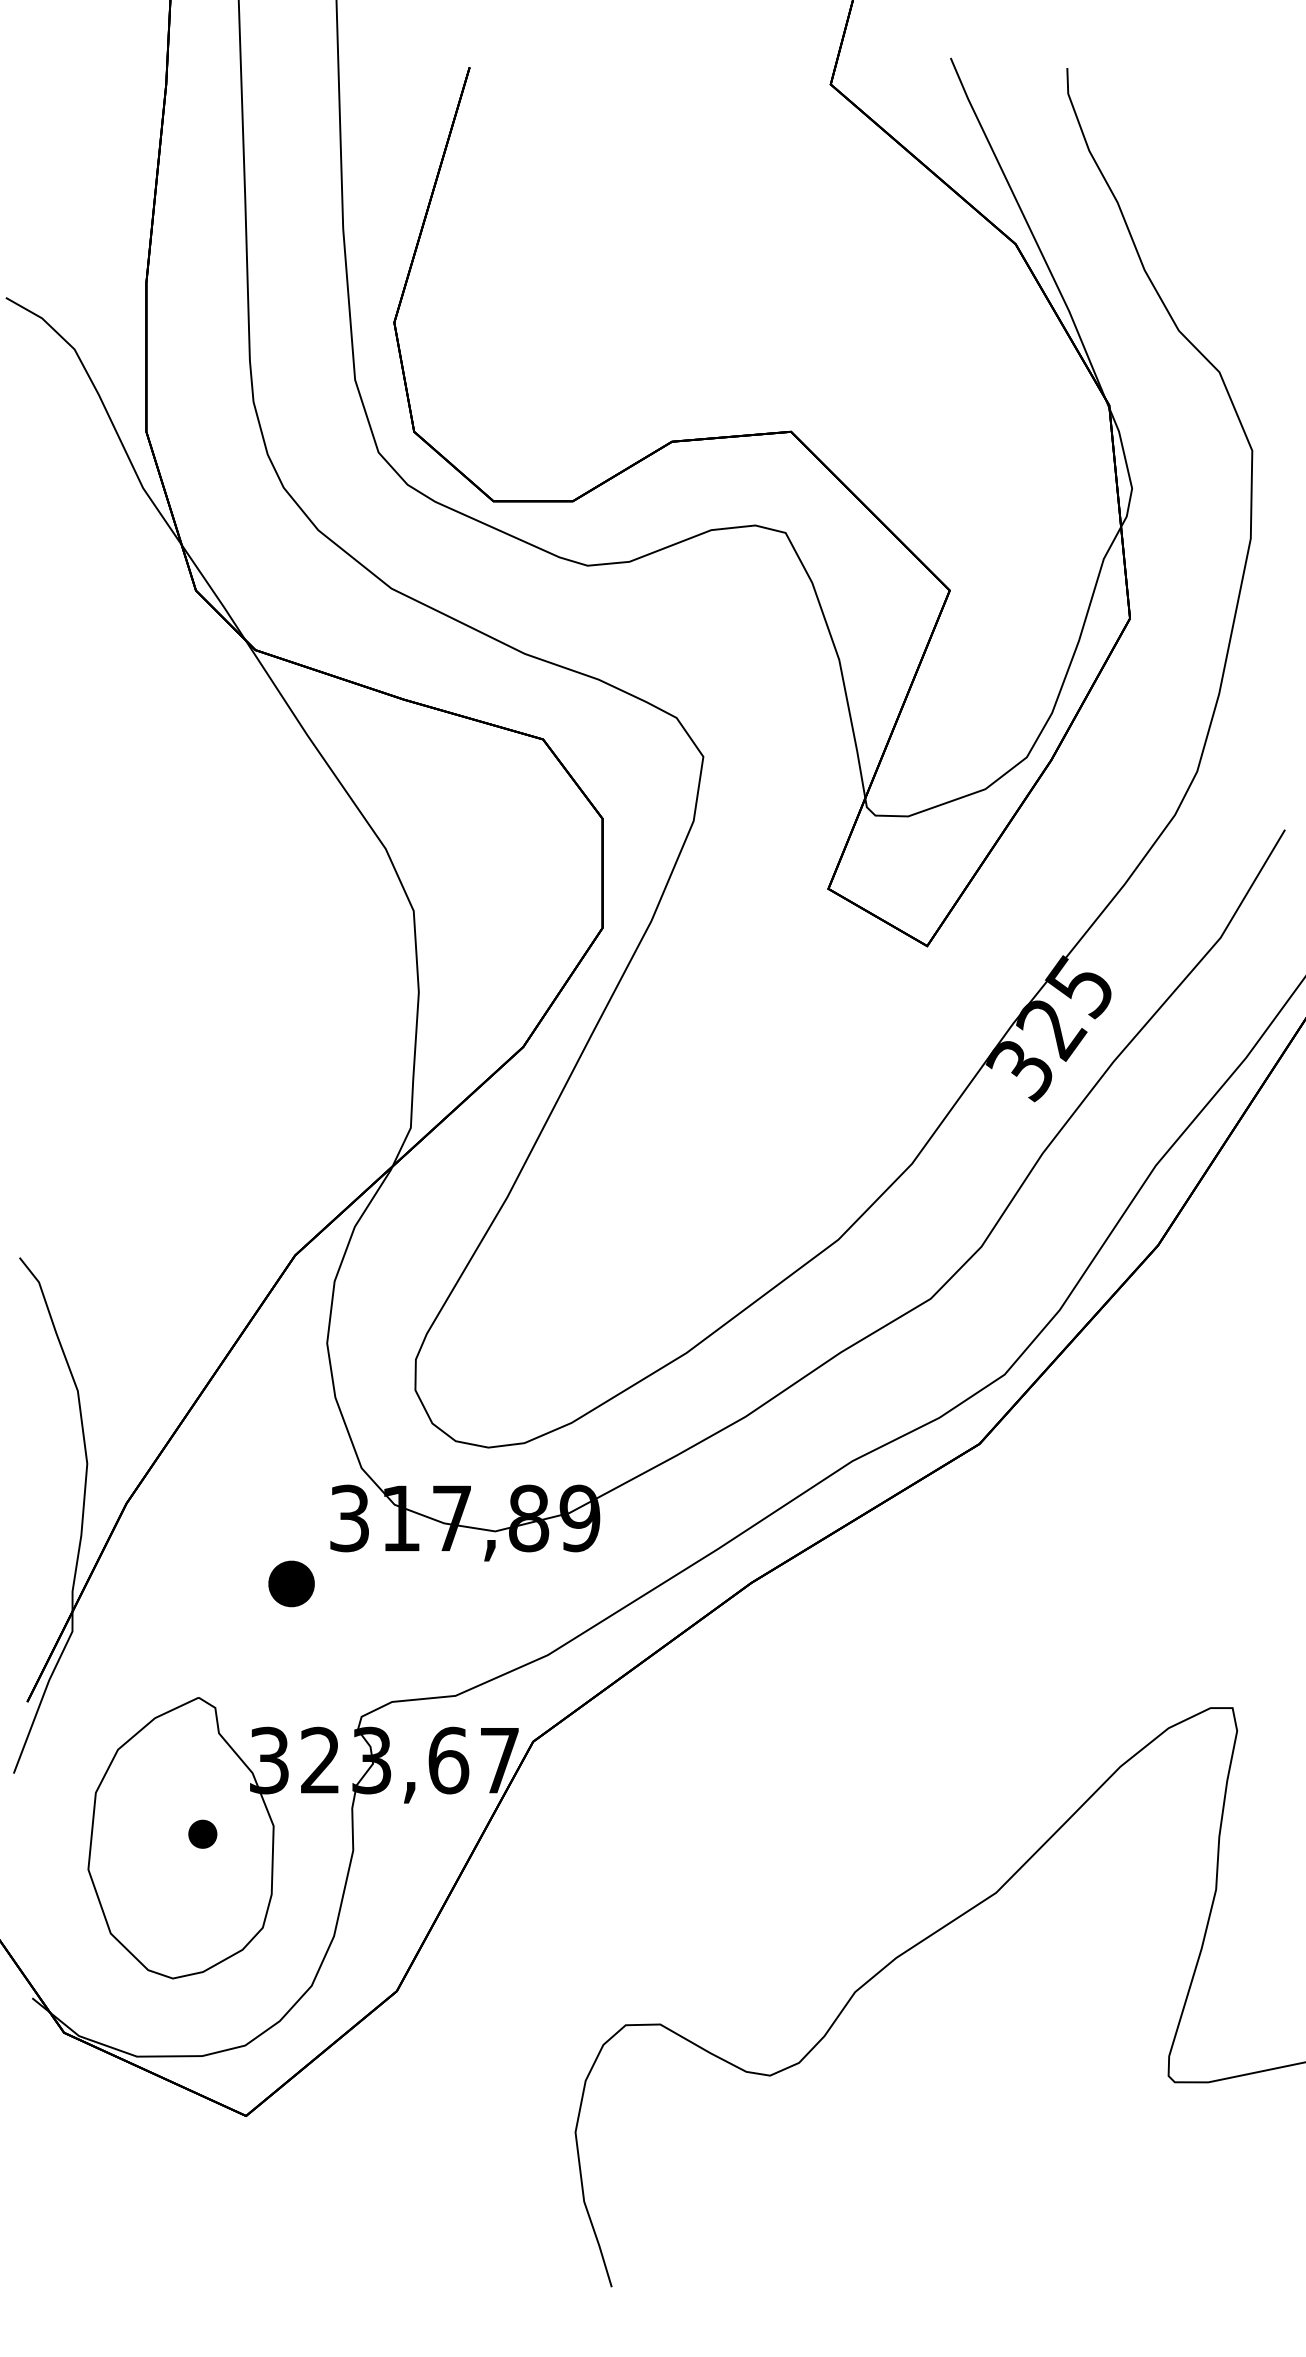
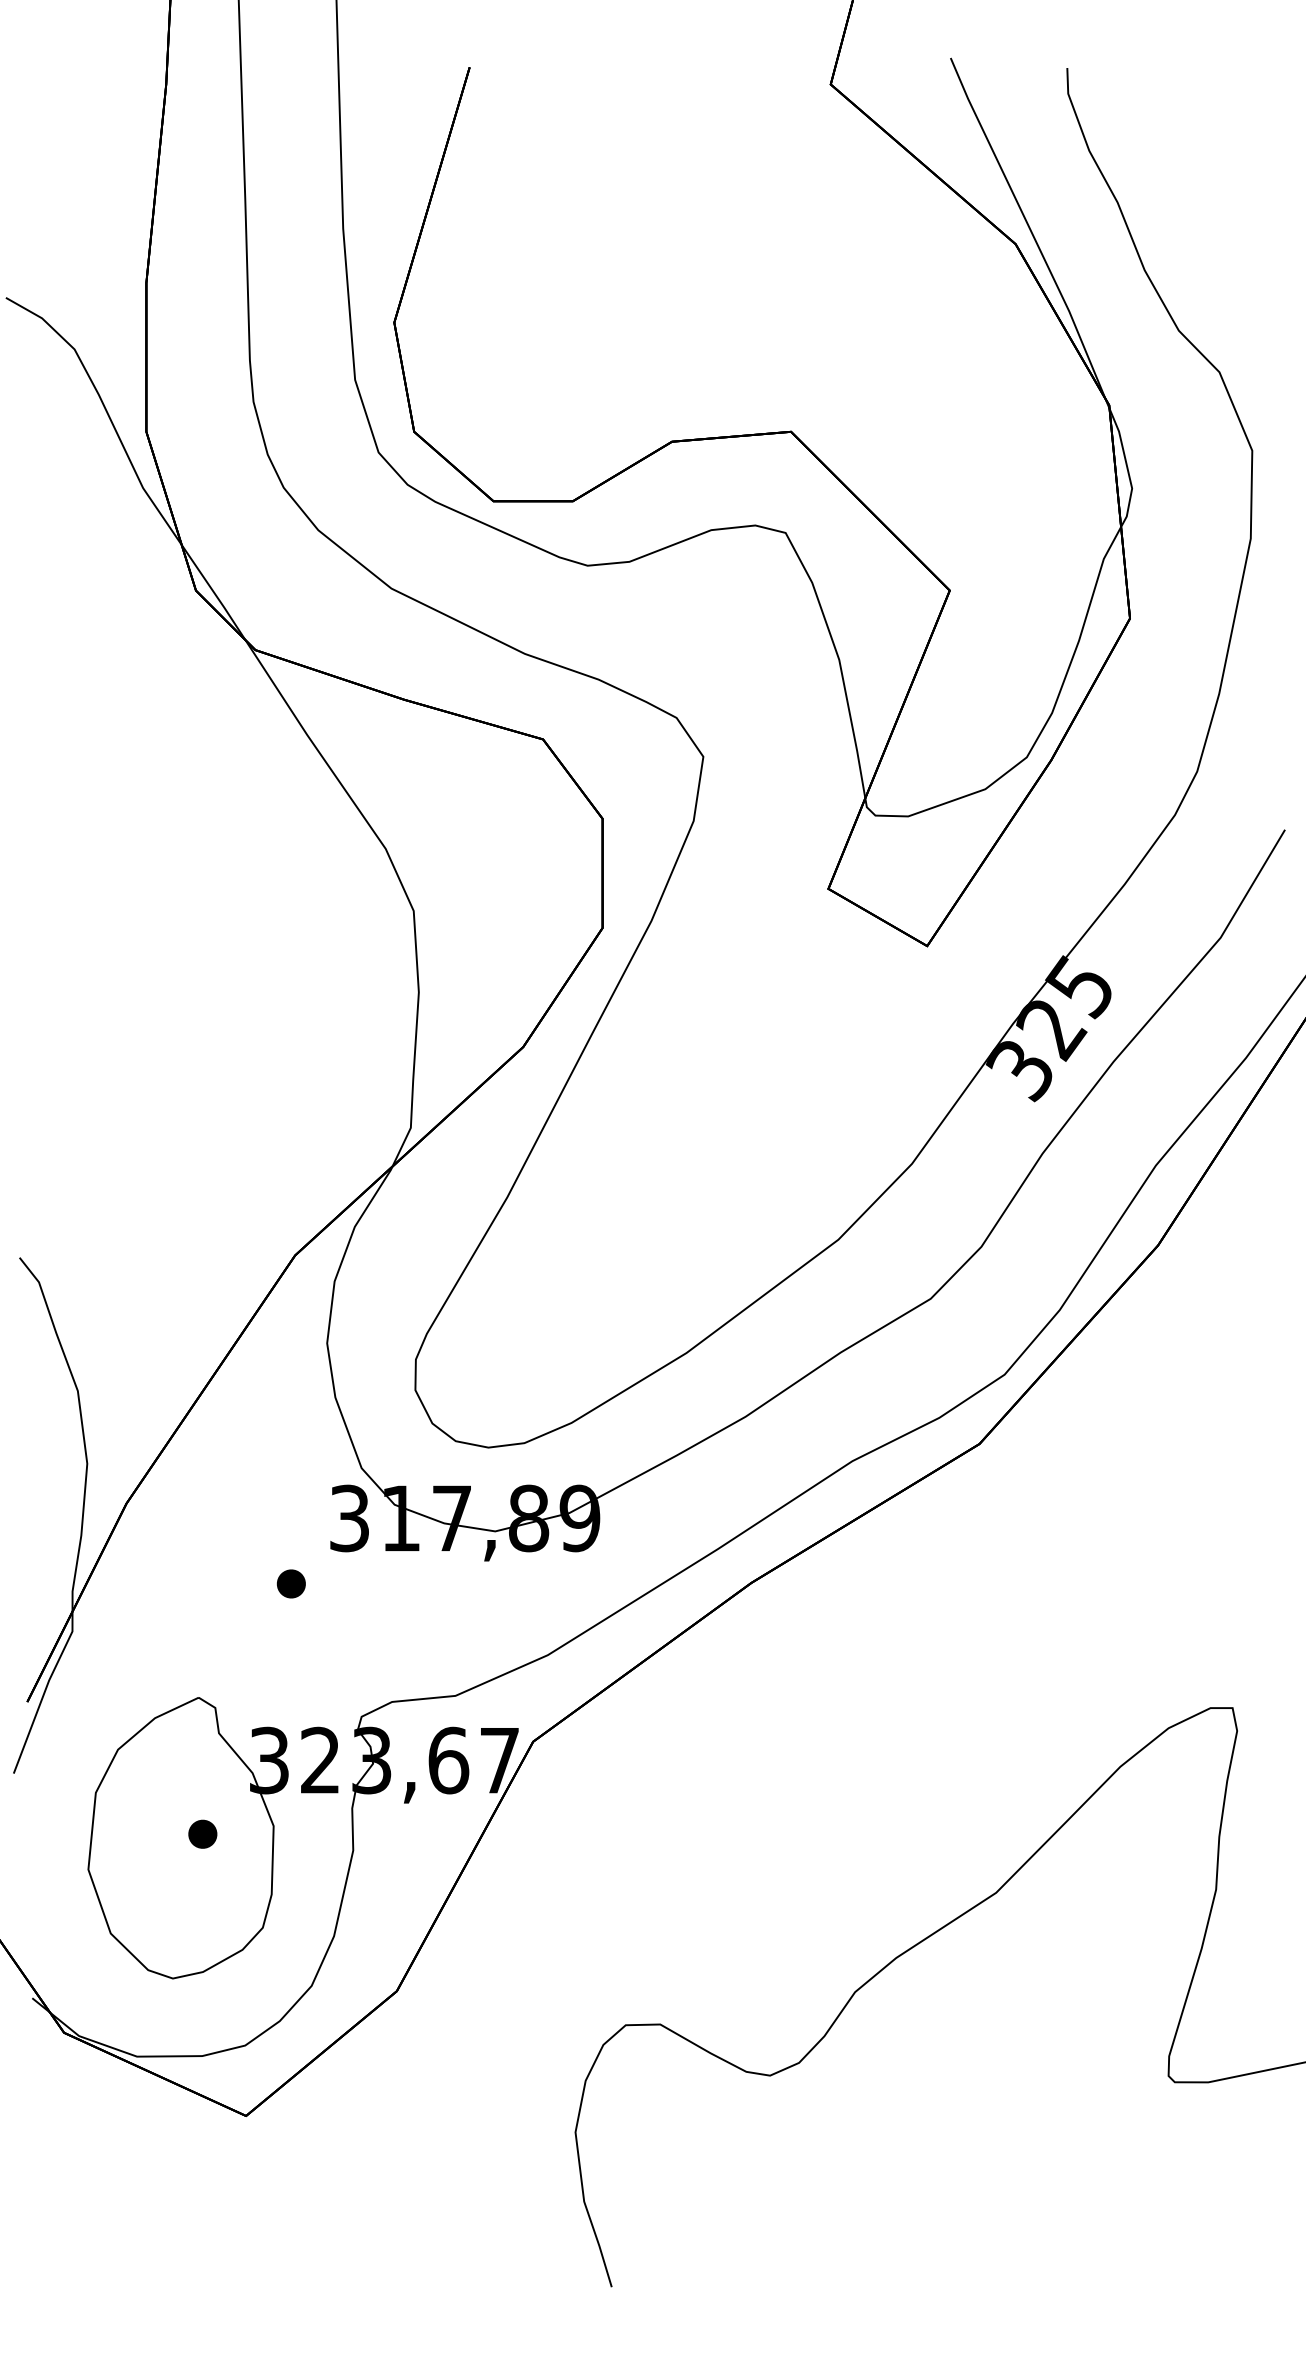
part at (291, 1583) size: 47x48 px -> 30x30 px
